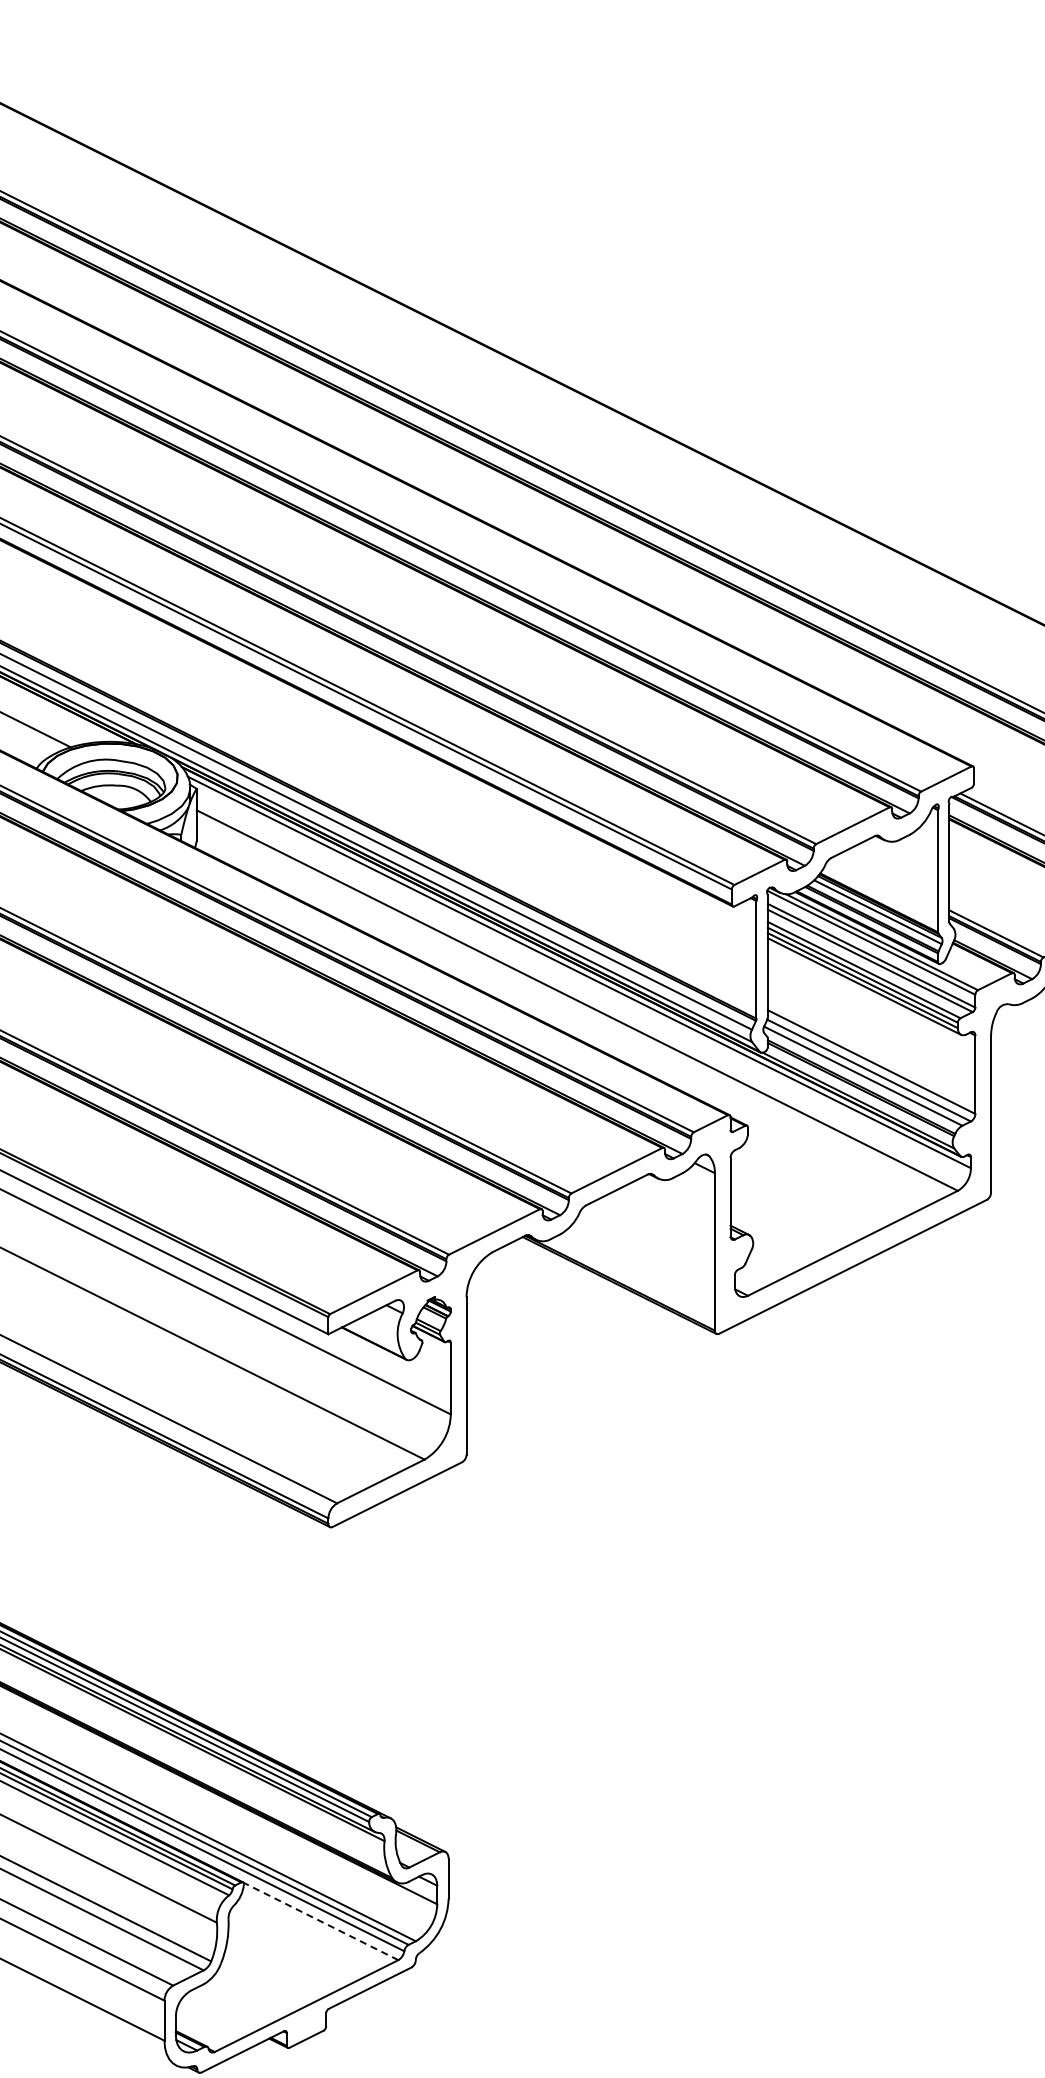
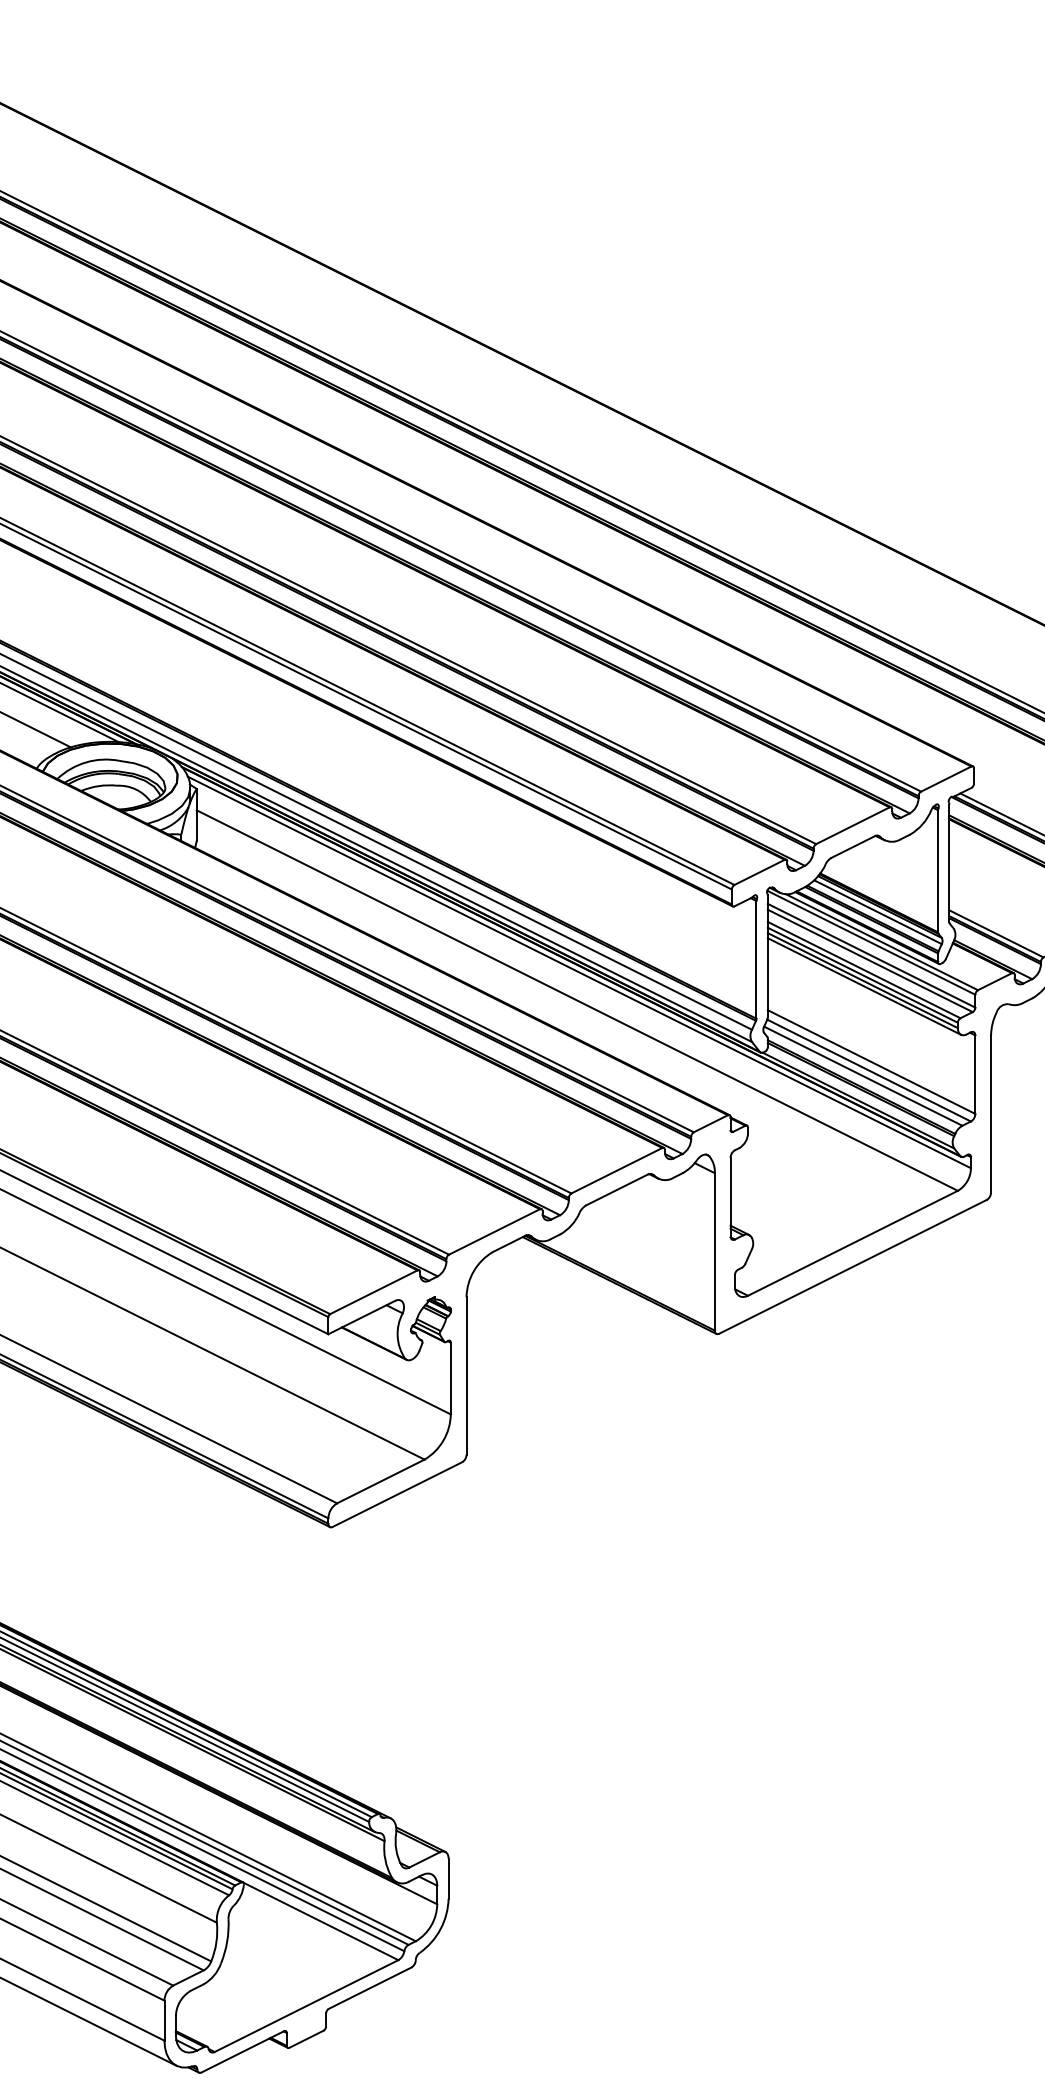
line at (60, 713): none -> present
line at (320, 1921): dashed -> solid
line at (89, 2021): none -> present
